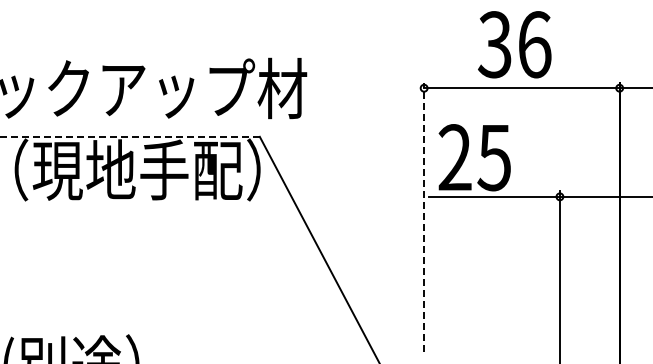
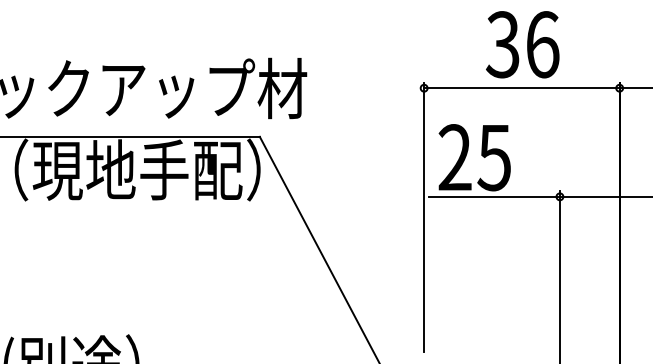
text at (514, 44) position: (514, 44) -> (522, 44)
line at (130, 136): dashed -> solid
line at (424, 216): dashed -> solid
